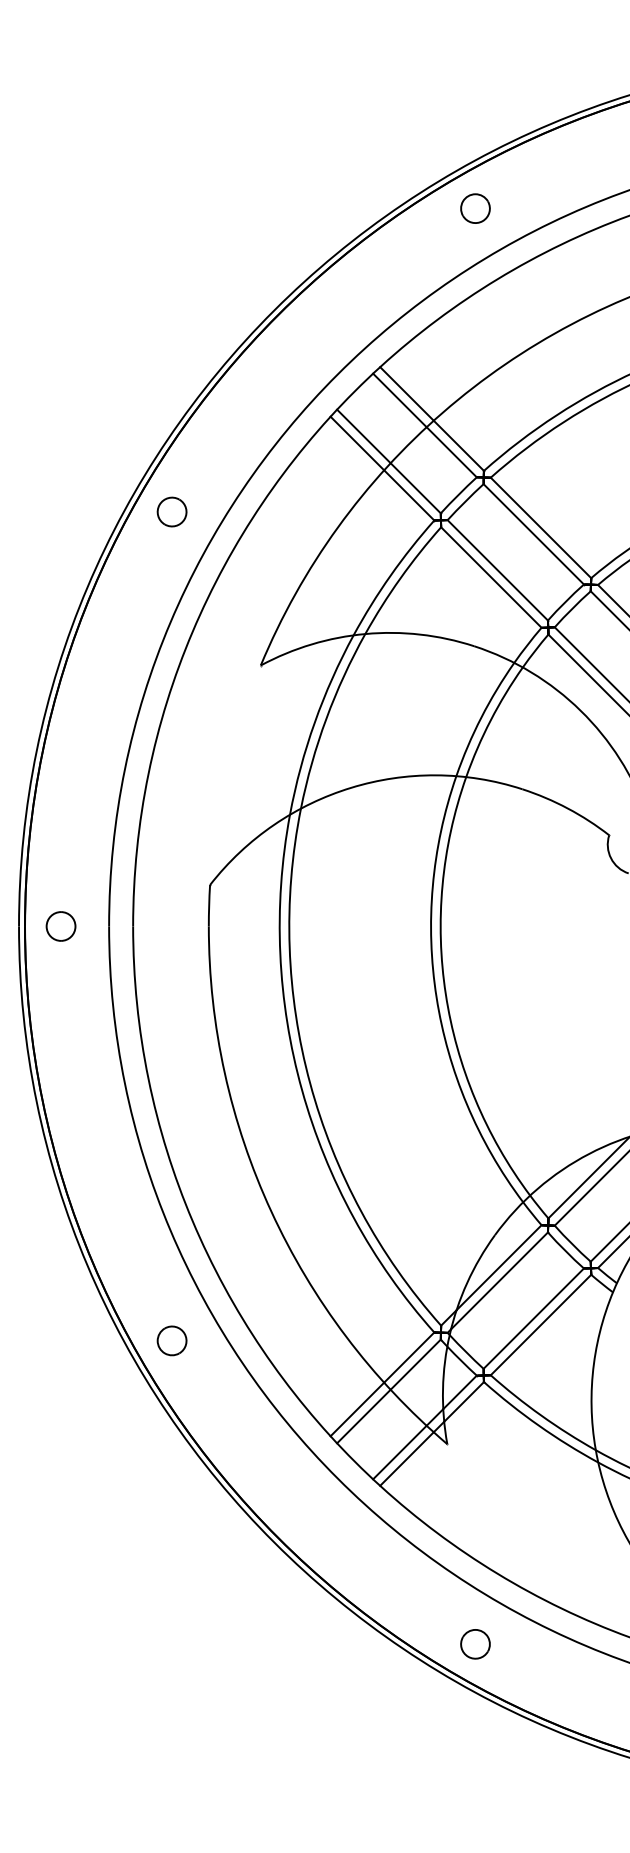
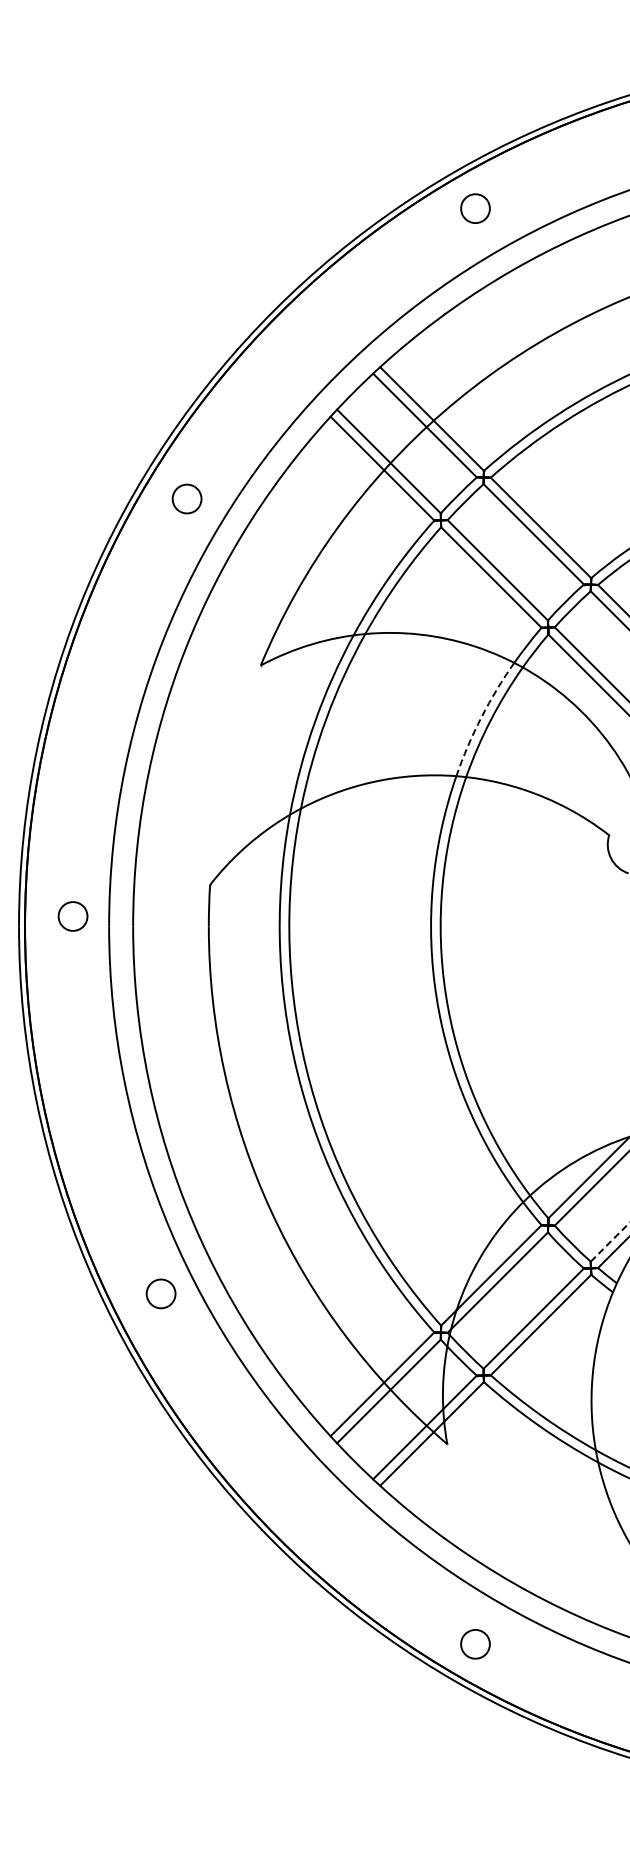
part at (171, 511) position: (171, 511) -> (186, 498)
arc at (481, 717): solid -> dashed
part at (60, 926) position: (60, 926) -> (72, 916)
line at (610, 1241): solid -> dashed
part at (171, 1340) position: (171, 1340) -> (160, 1293)
